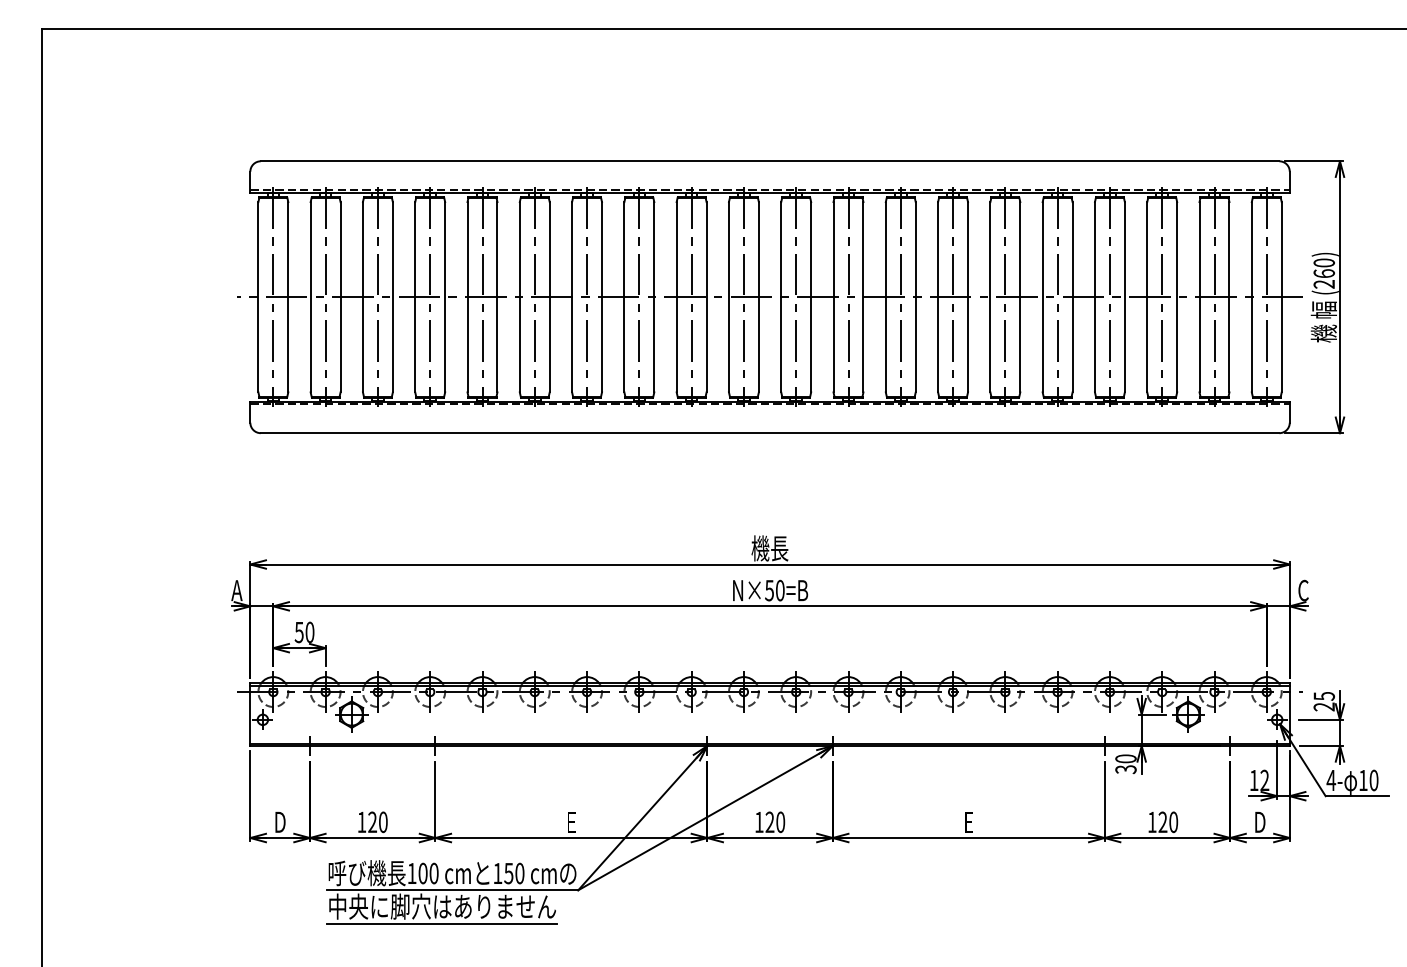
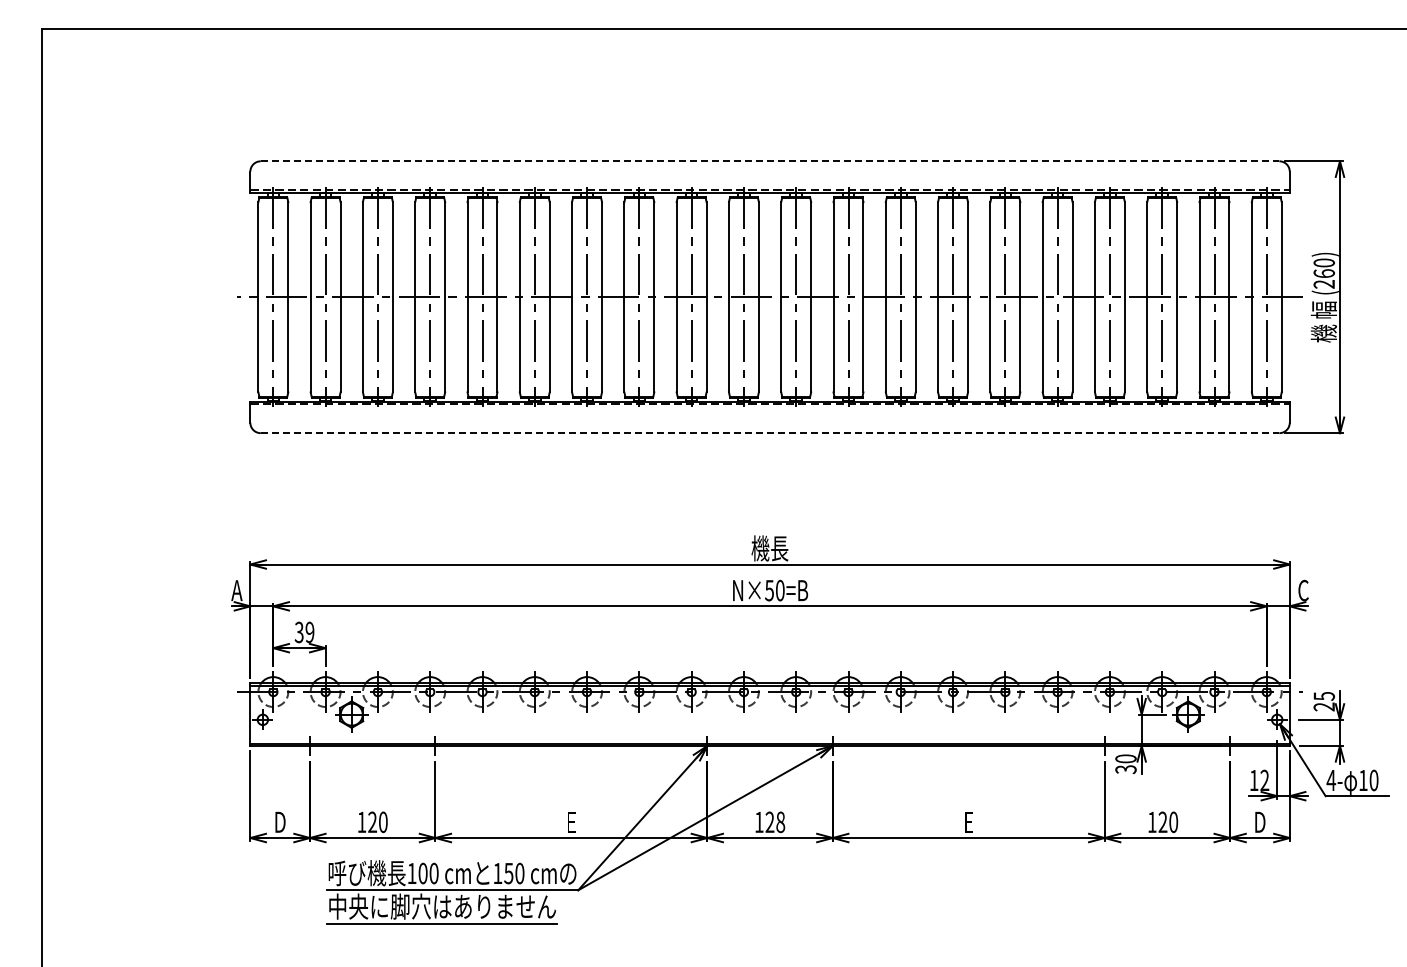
line at (770, 161): solid -> dashed
line at (770, 433): solid -> dashed
text at (304, 632): 50 -> 39
text at (780, 822): 120 -> 128
